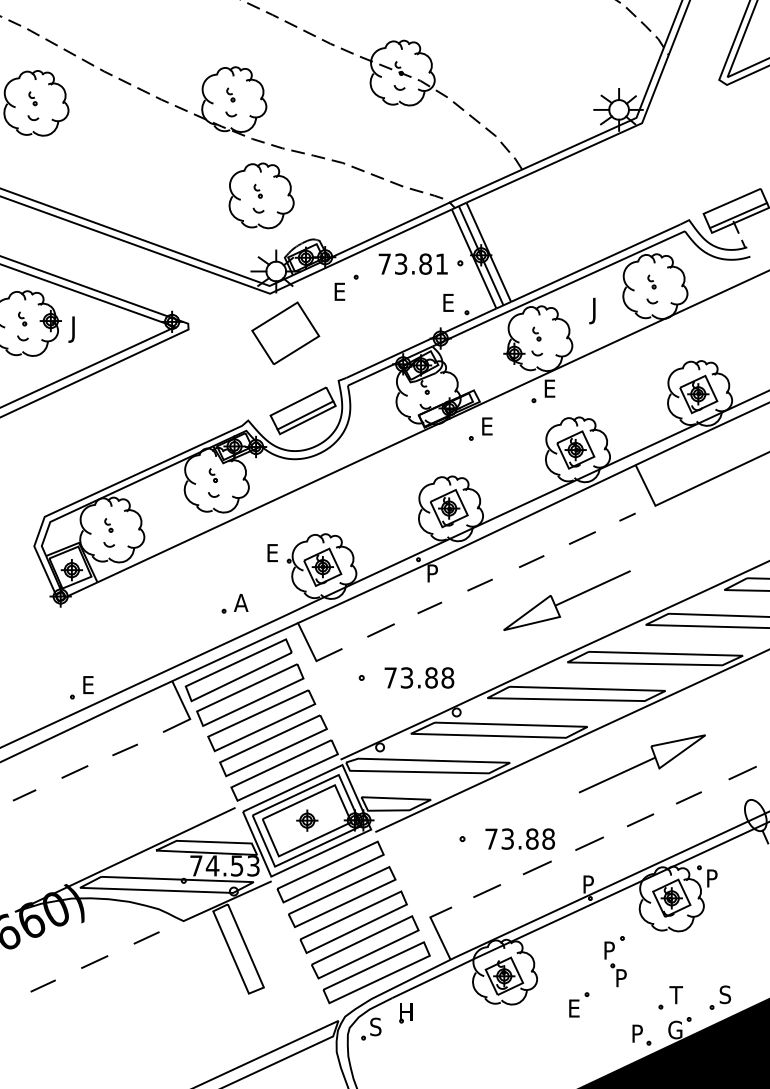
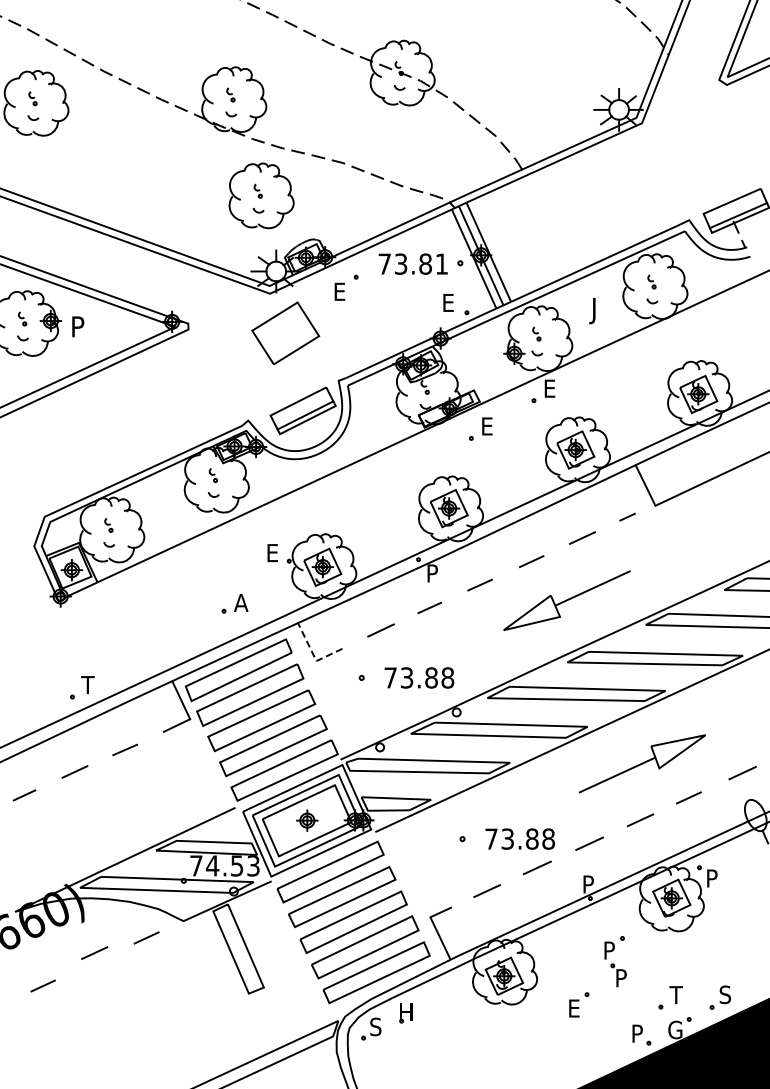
text at (76, 329): J -> P
line at (313, 654): solid -> dashed
text at (87, 685): E -> T
line at (94, 961) position: (94, 961) -> (94, 952)
